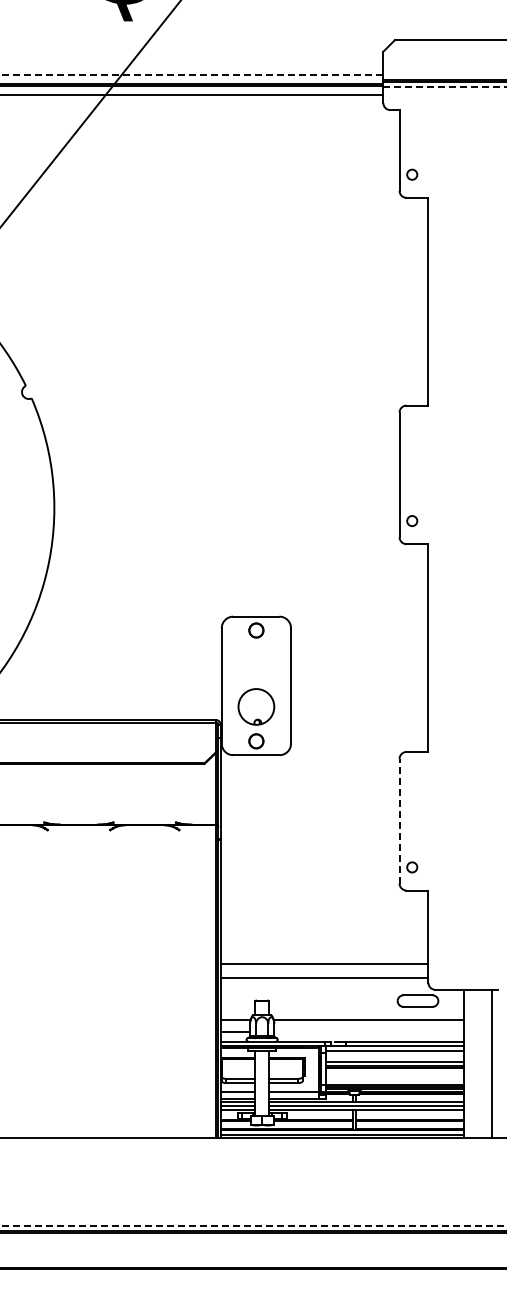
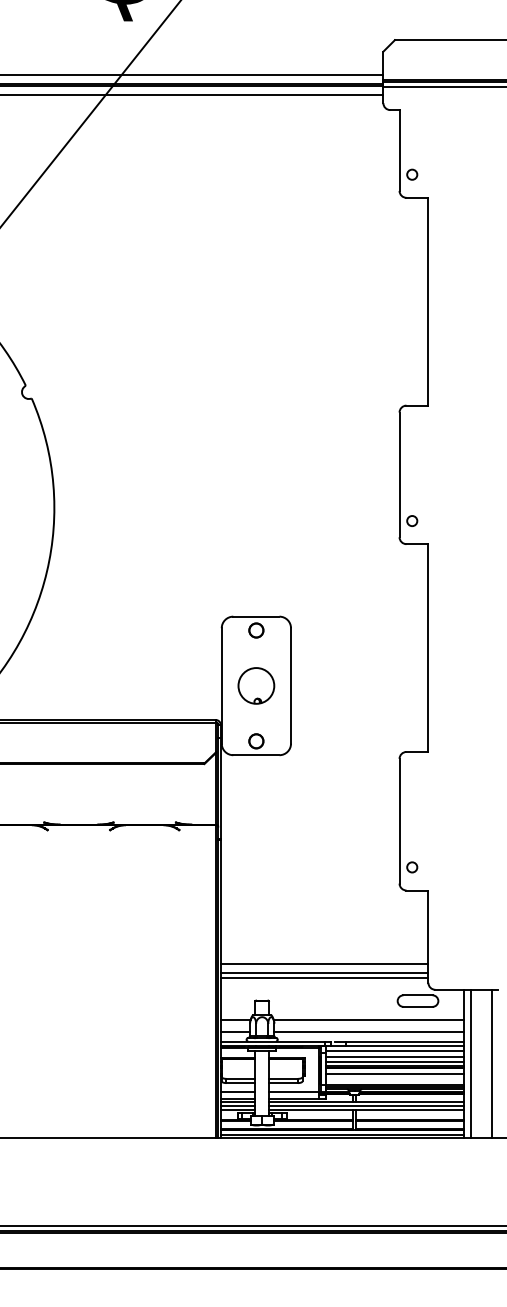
line at (191, 75): dashed -> solid
line at (445, 87): dashed -> solid
part at (256, 706) position: (256, 706) -> (256, 685)
line at (399, 820): dashed -> solid
line at (324, 973): none -> present
line at (369, 1032): none -> present
line at (394, 1057): none -> present
line at (471, 1063): none -> present
line at (394, 1073): none -> present
line at (253, 1226): dashed -> solid
